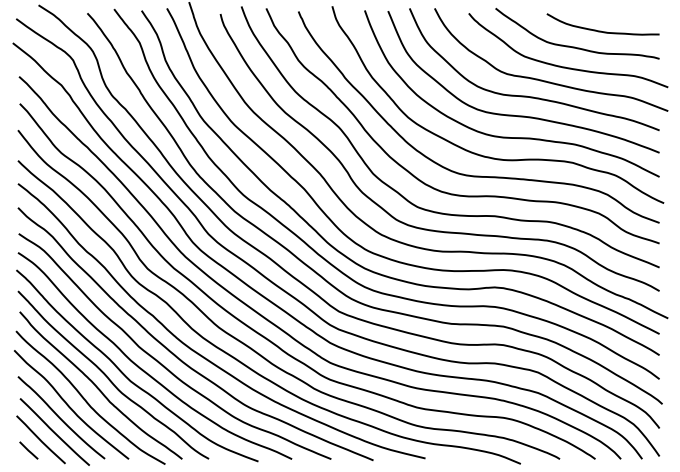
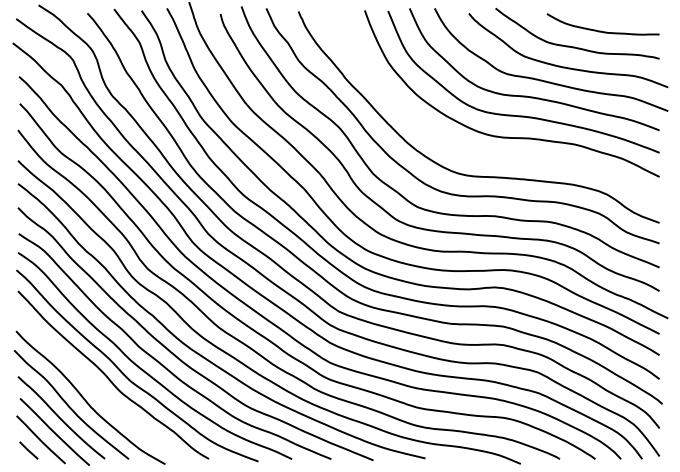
curve at (481, 154): present -> none
curve at (98, 387): present -> none
